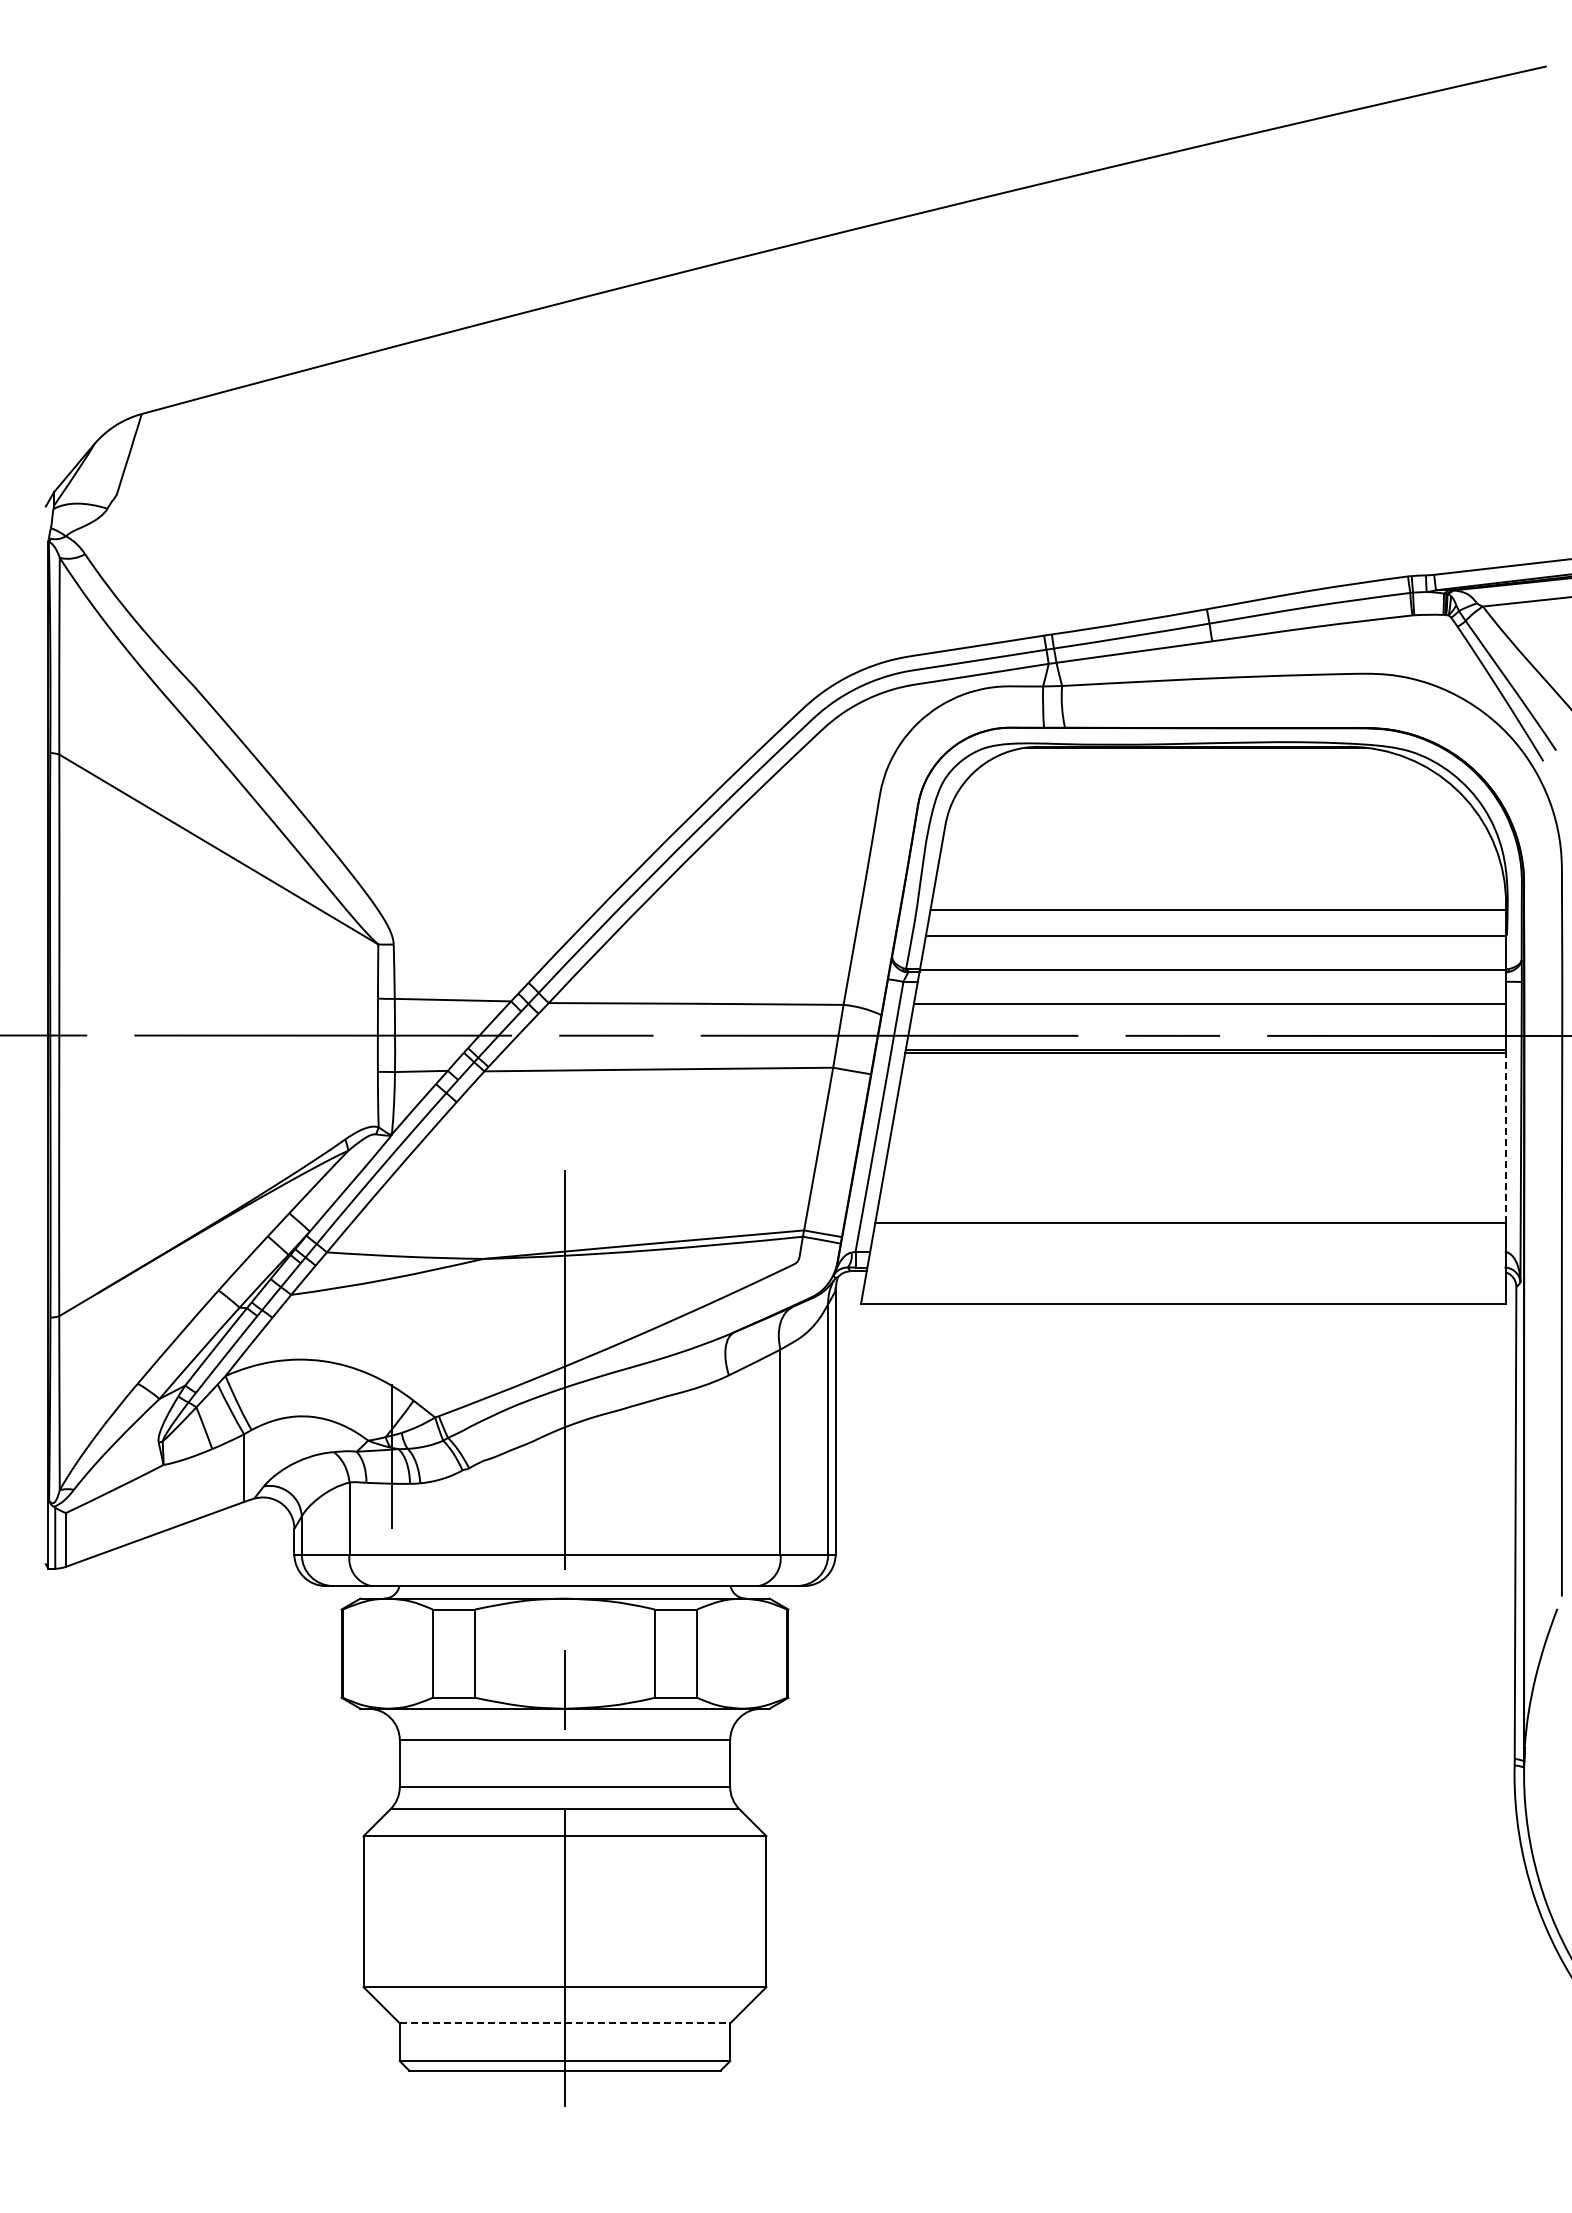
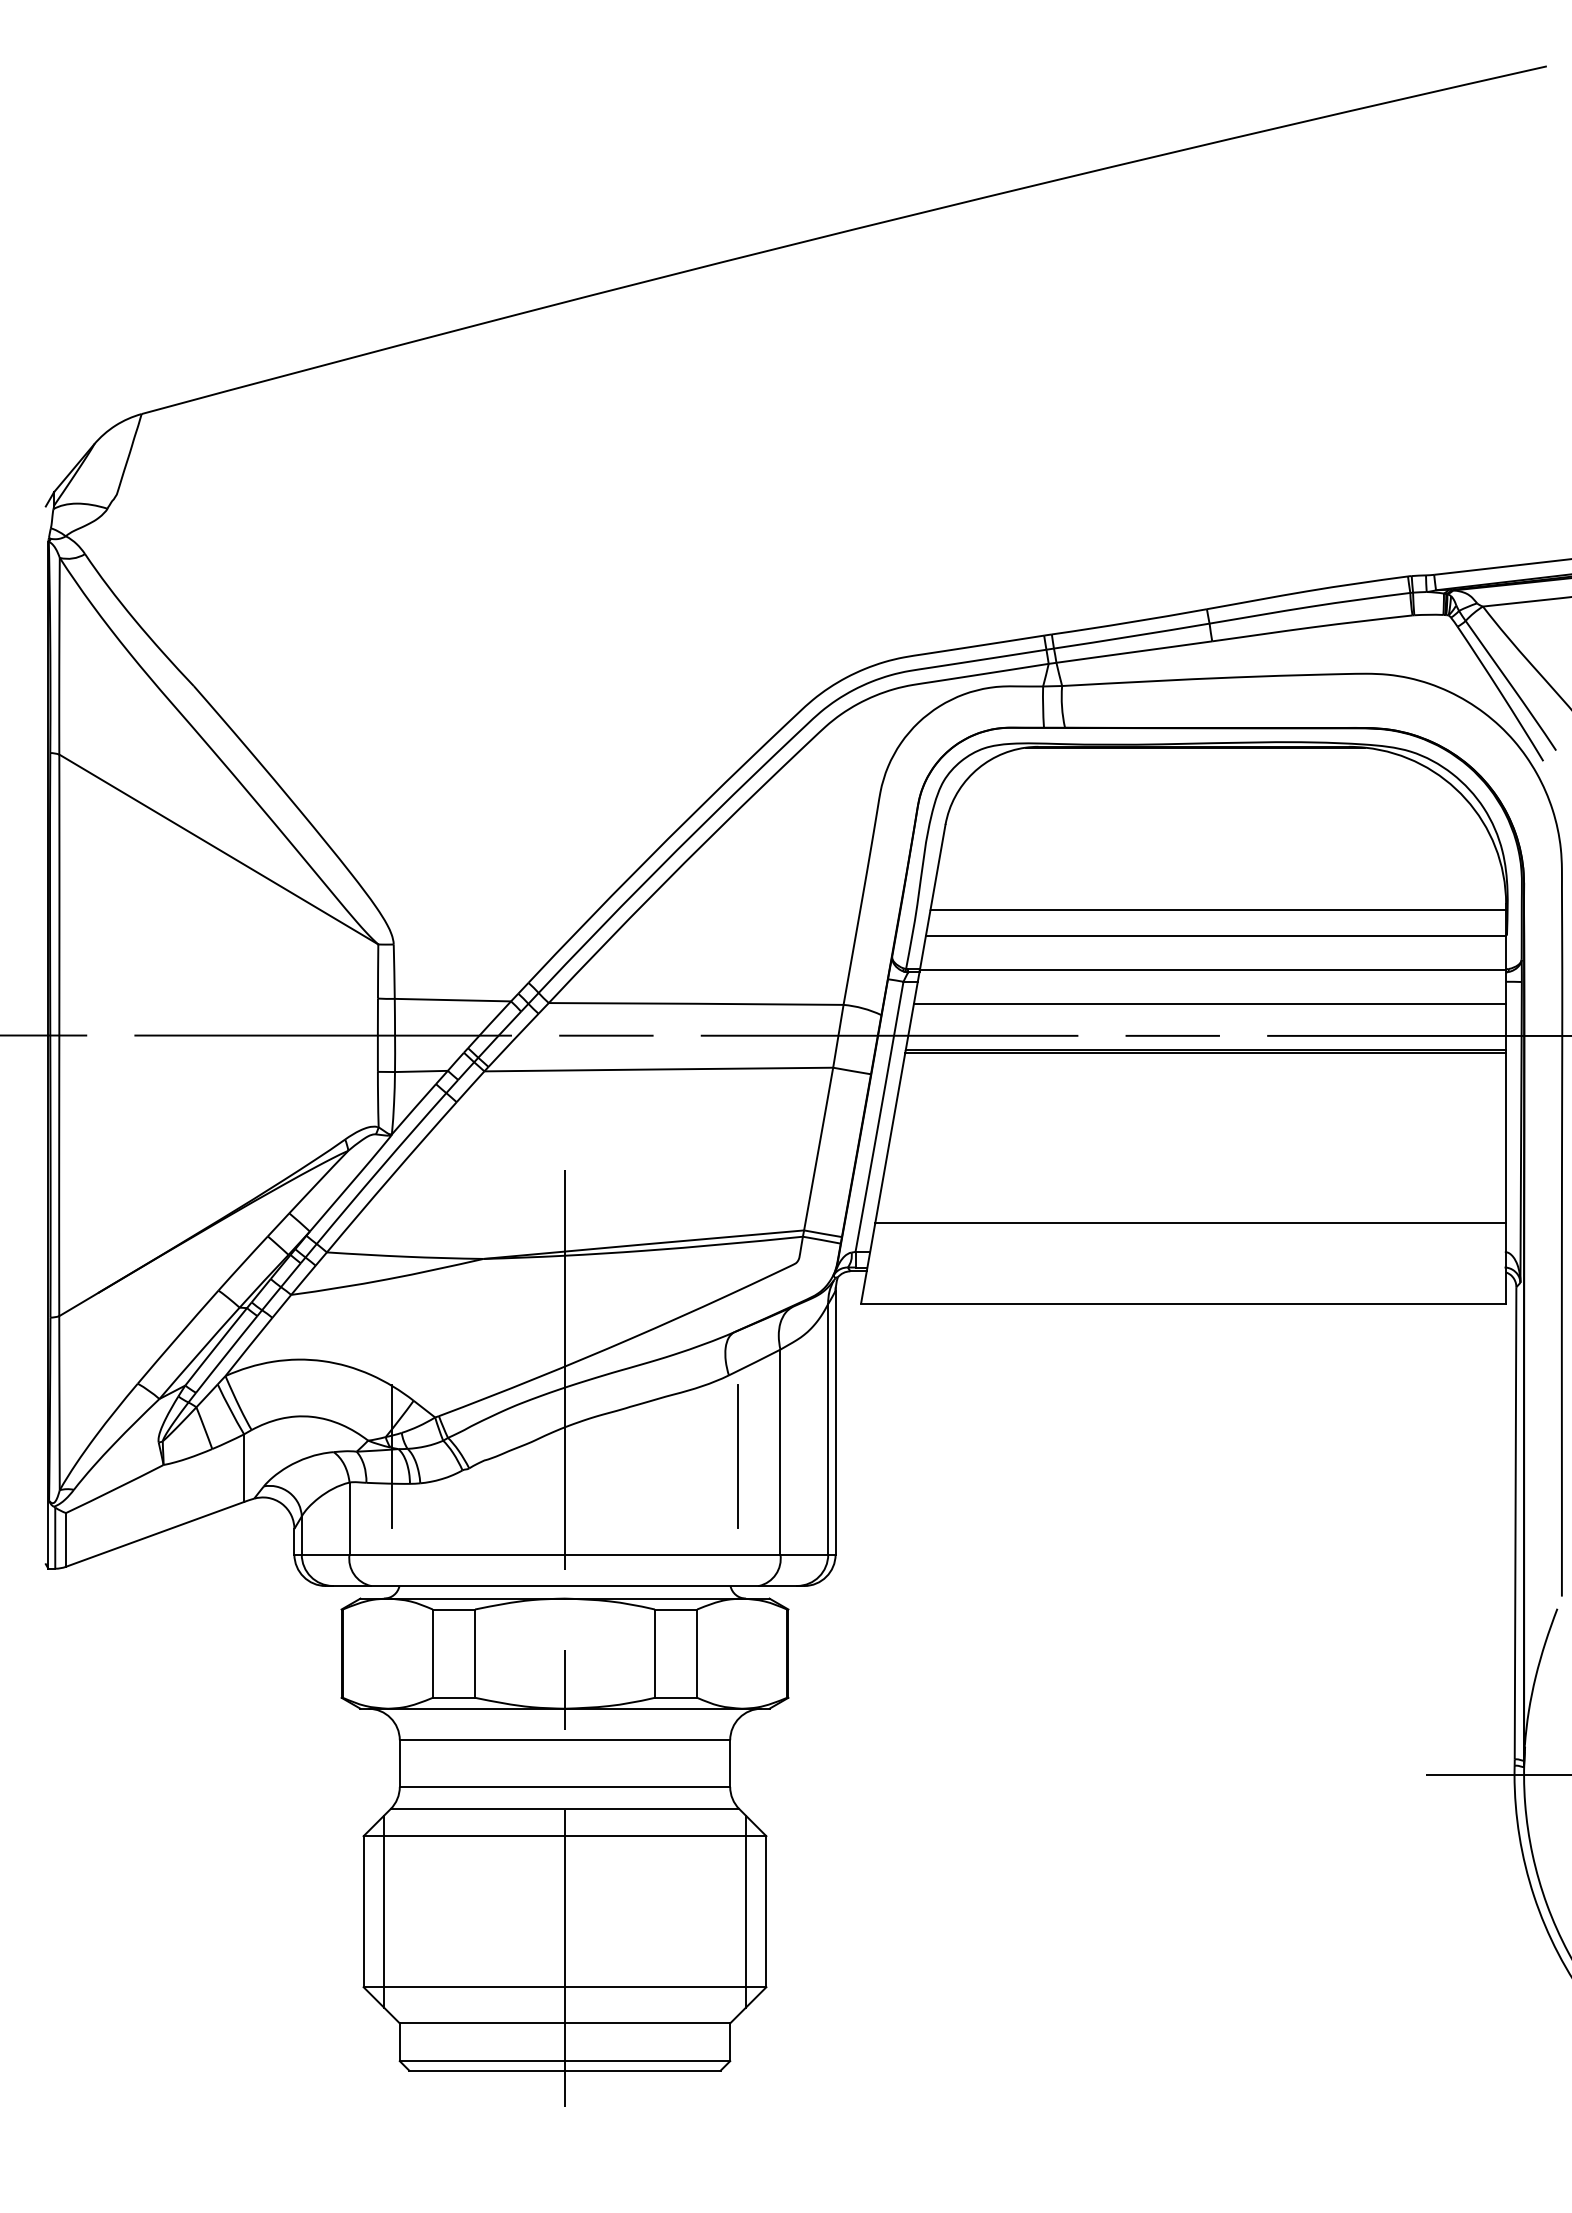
line at (1506, 1137): dashed -> solid
line at (737, 1456): none -> present
line at (1496, 1774): none -> present
line at (384, 1911): none -> present
line at (745, 1911): none -> present
line at (565, 2023): dashed -> solid
